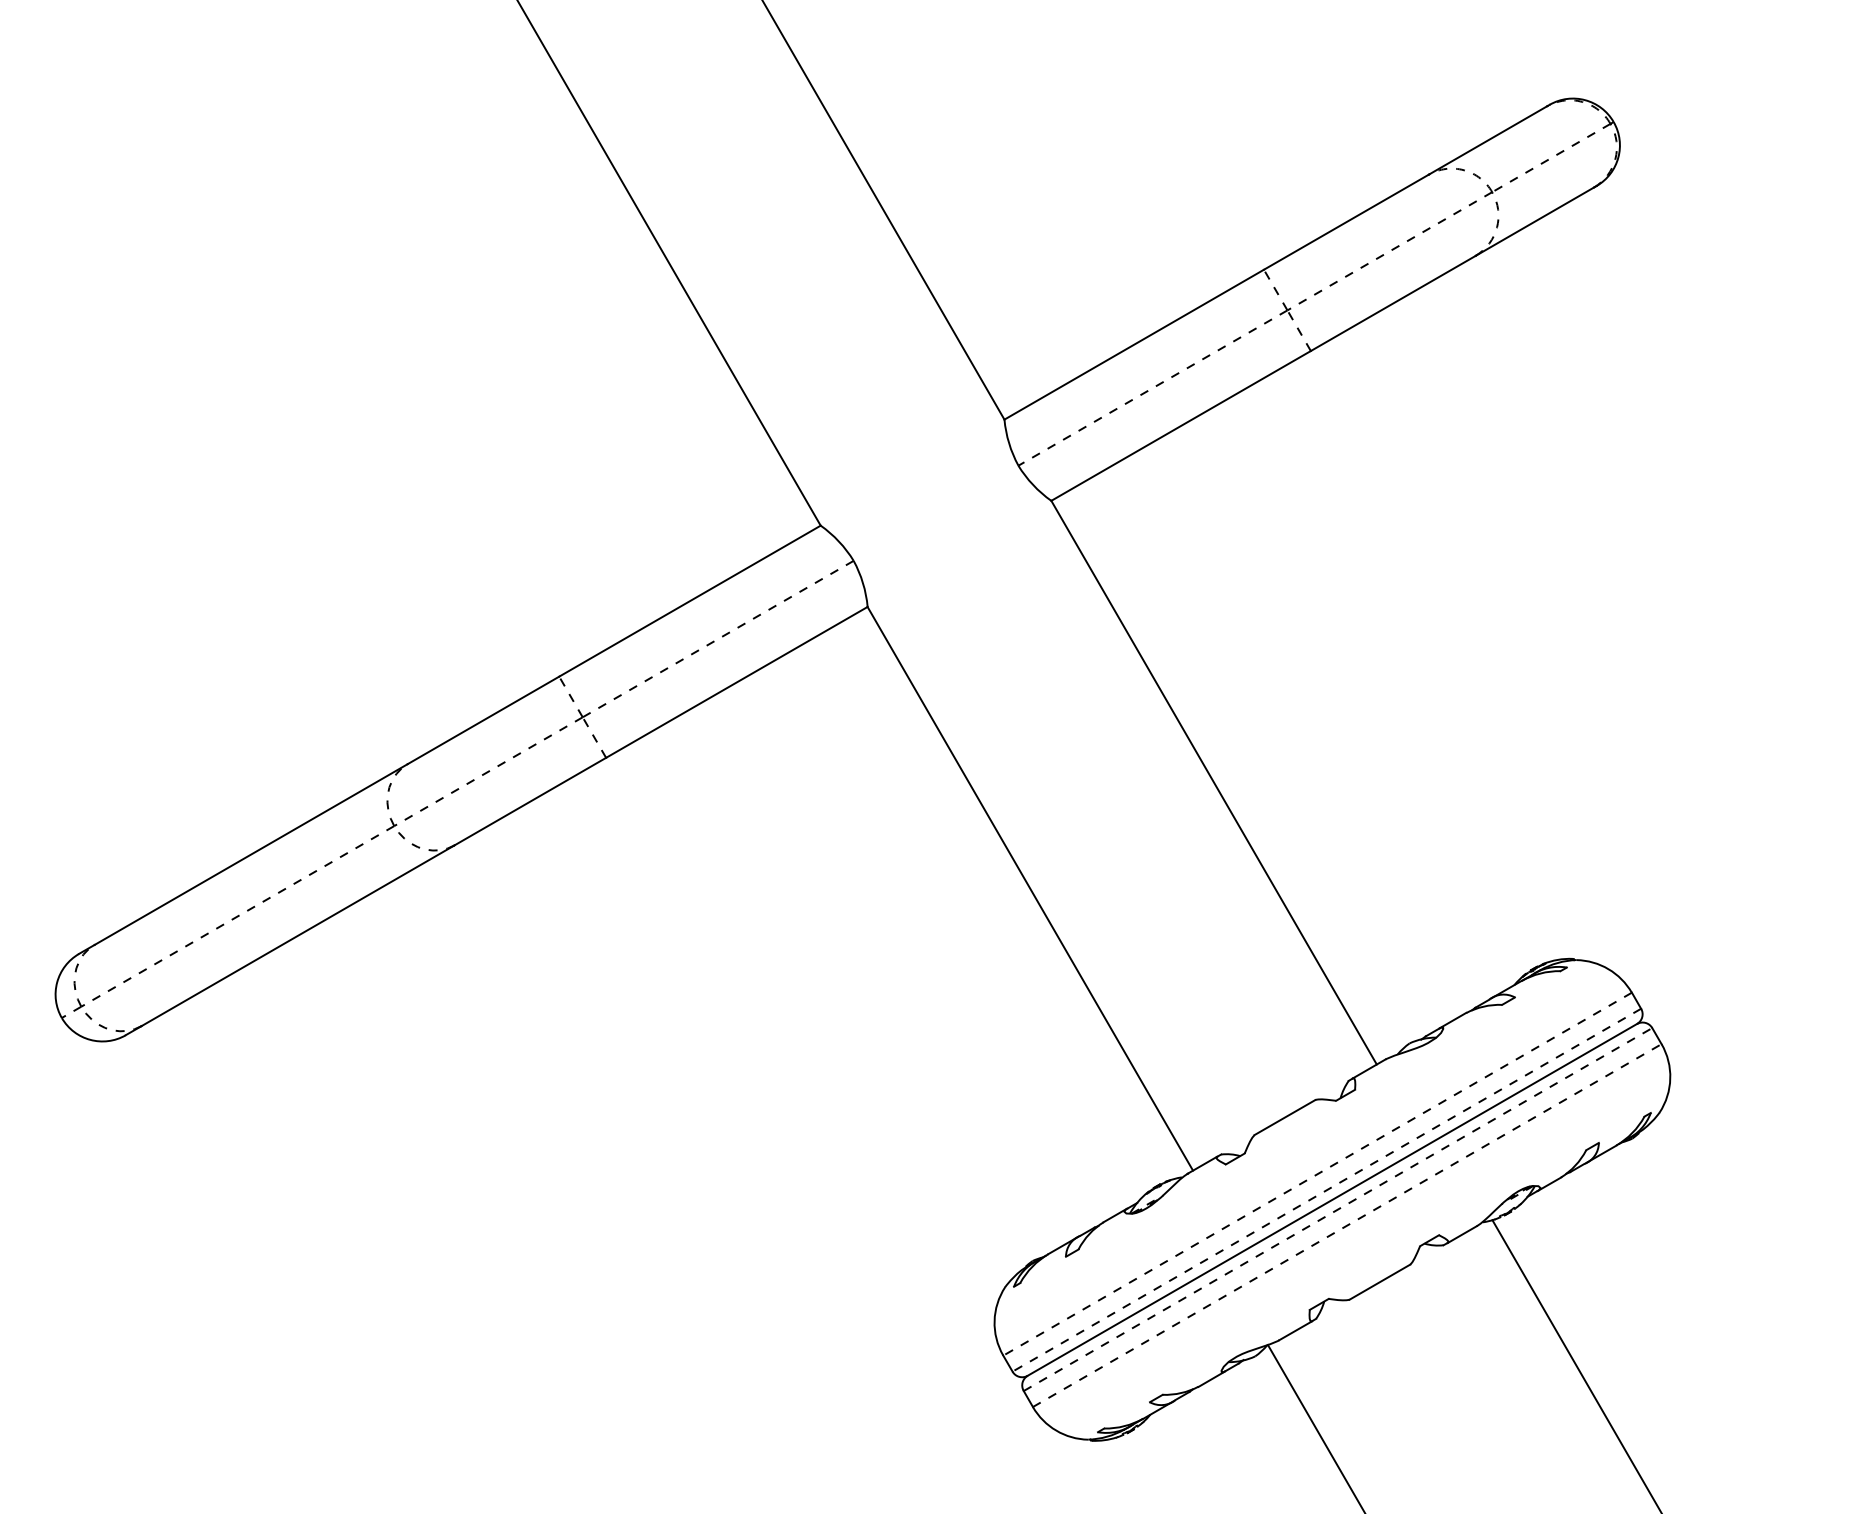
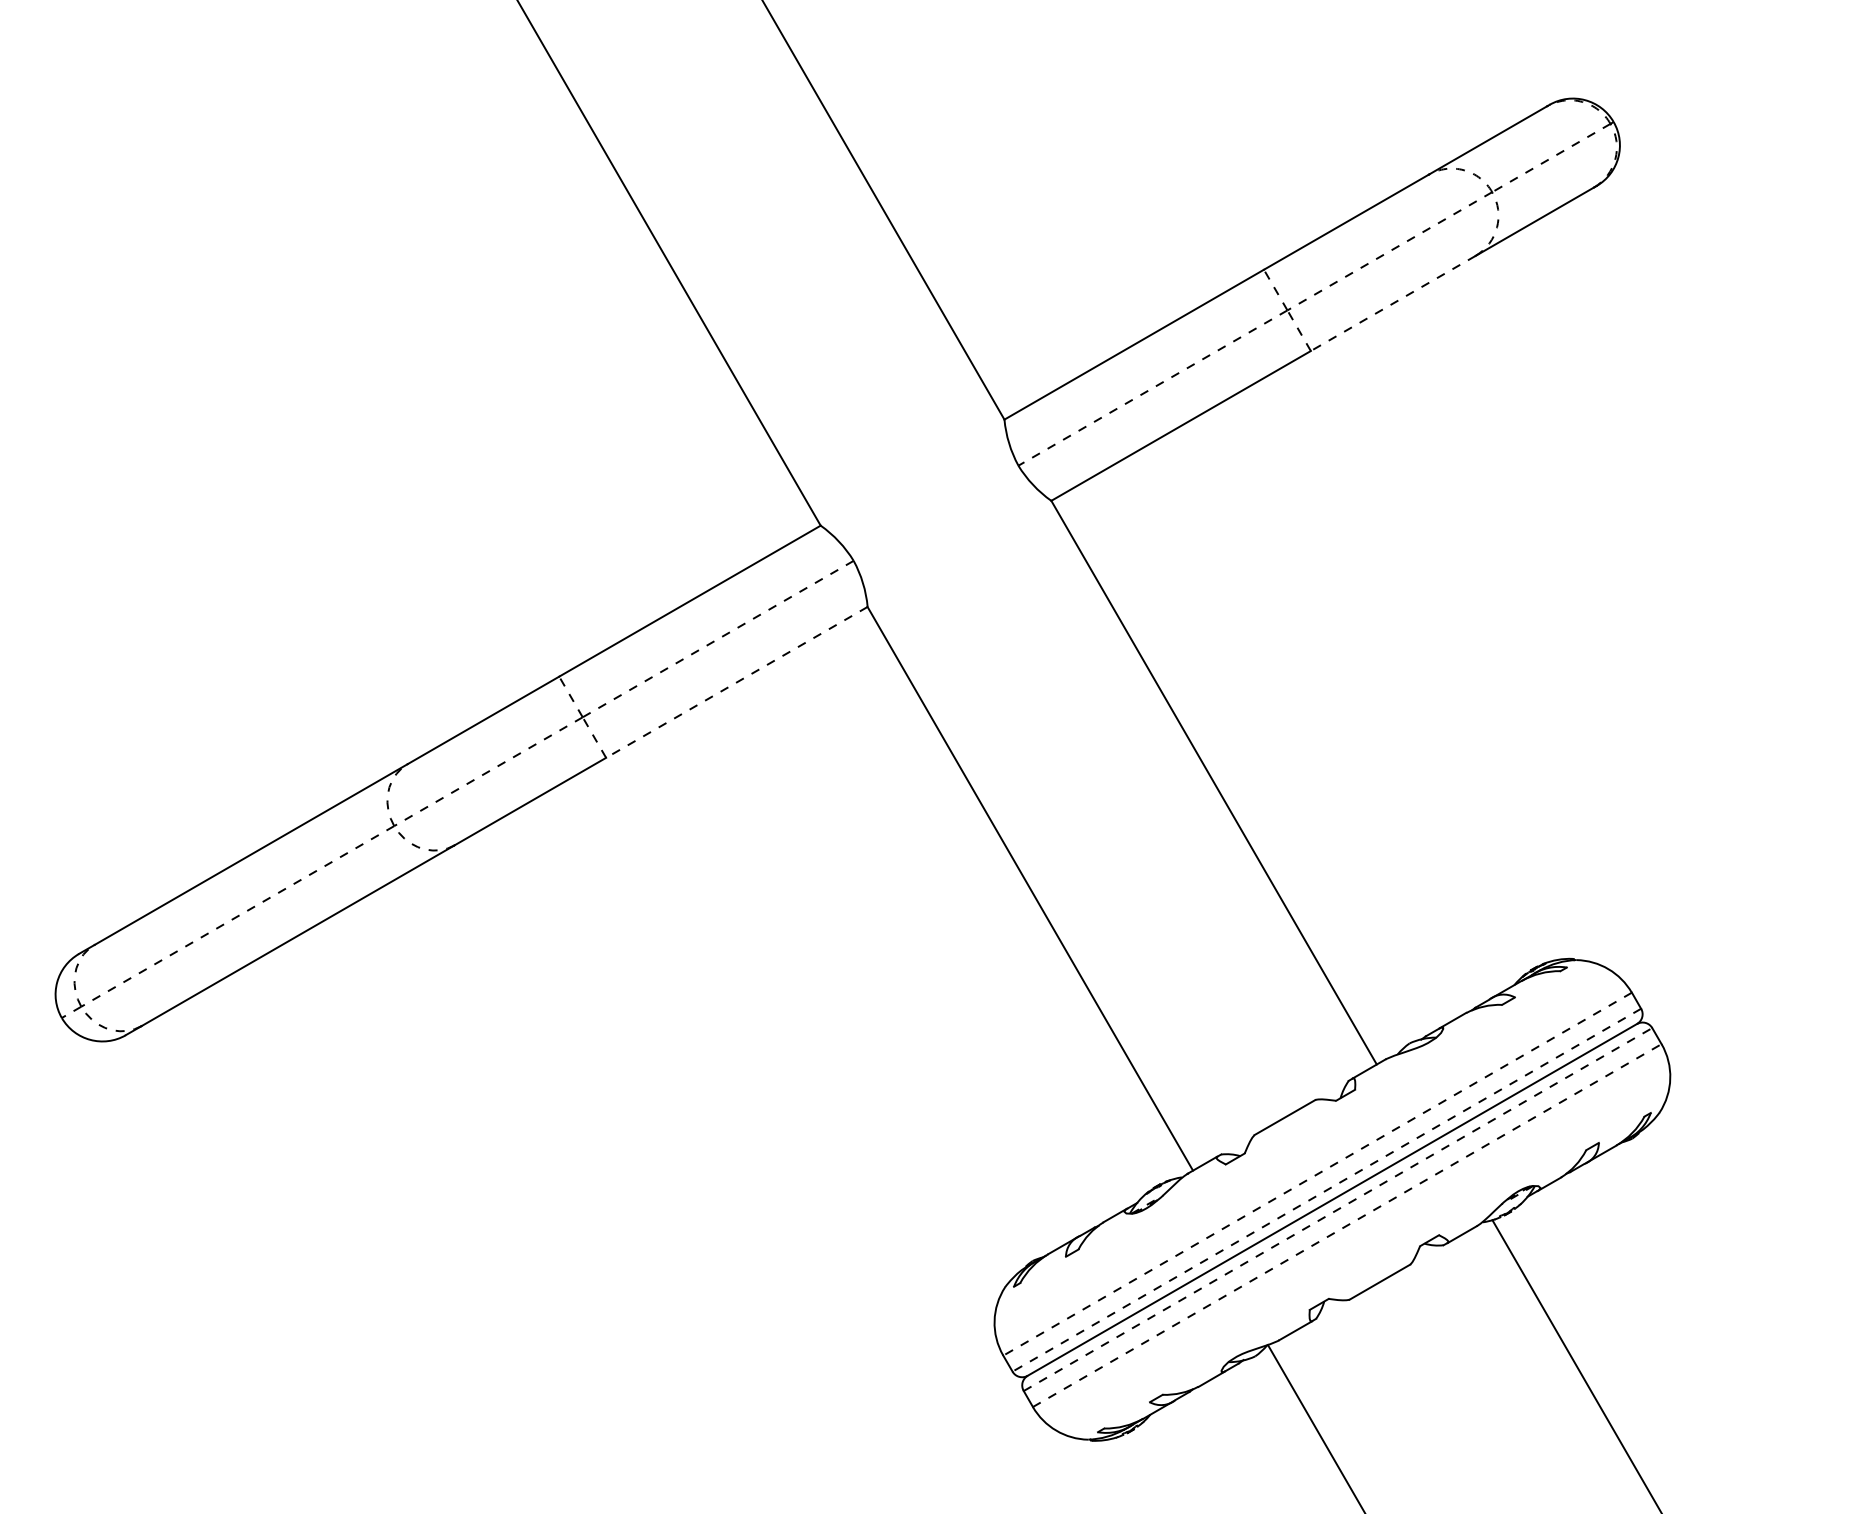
line at (1392, 303): solid -> dashed
line at (736, 682): solid -> dashed
